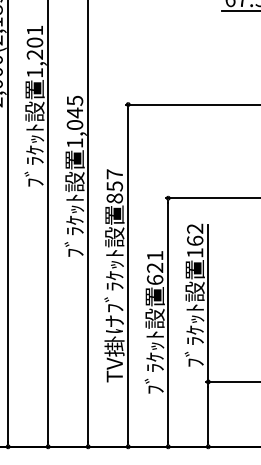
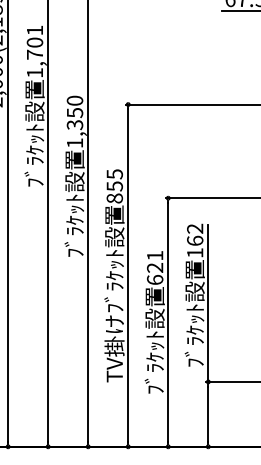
text at (34, 54): 1,201 -> 1,701
text at (74, 112): 1,045 -> 1,350
text at (114, 174): 857 -> 855
